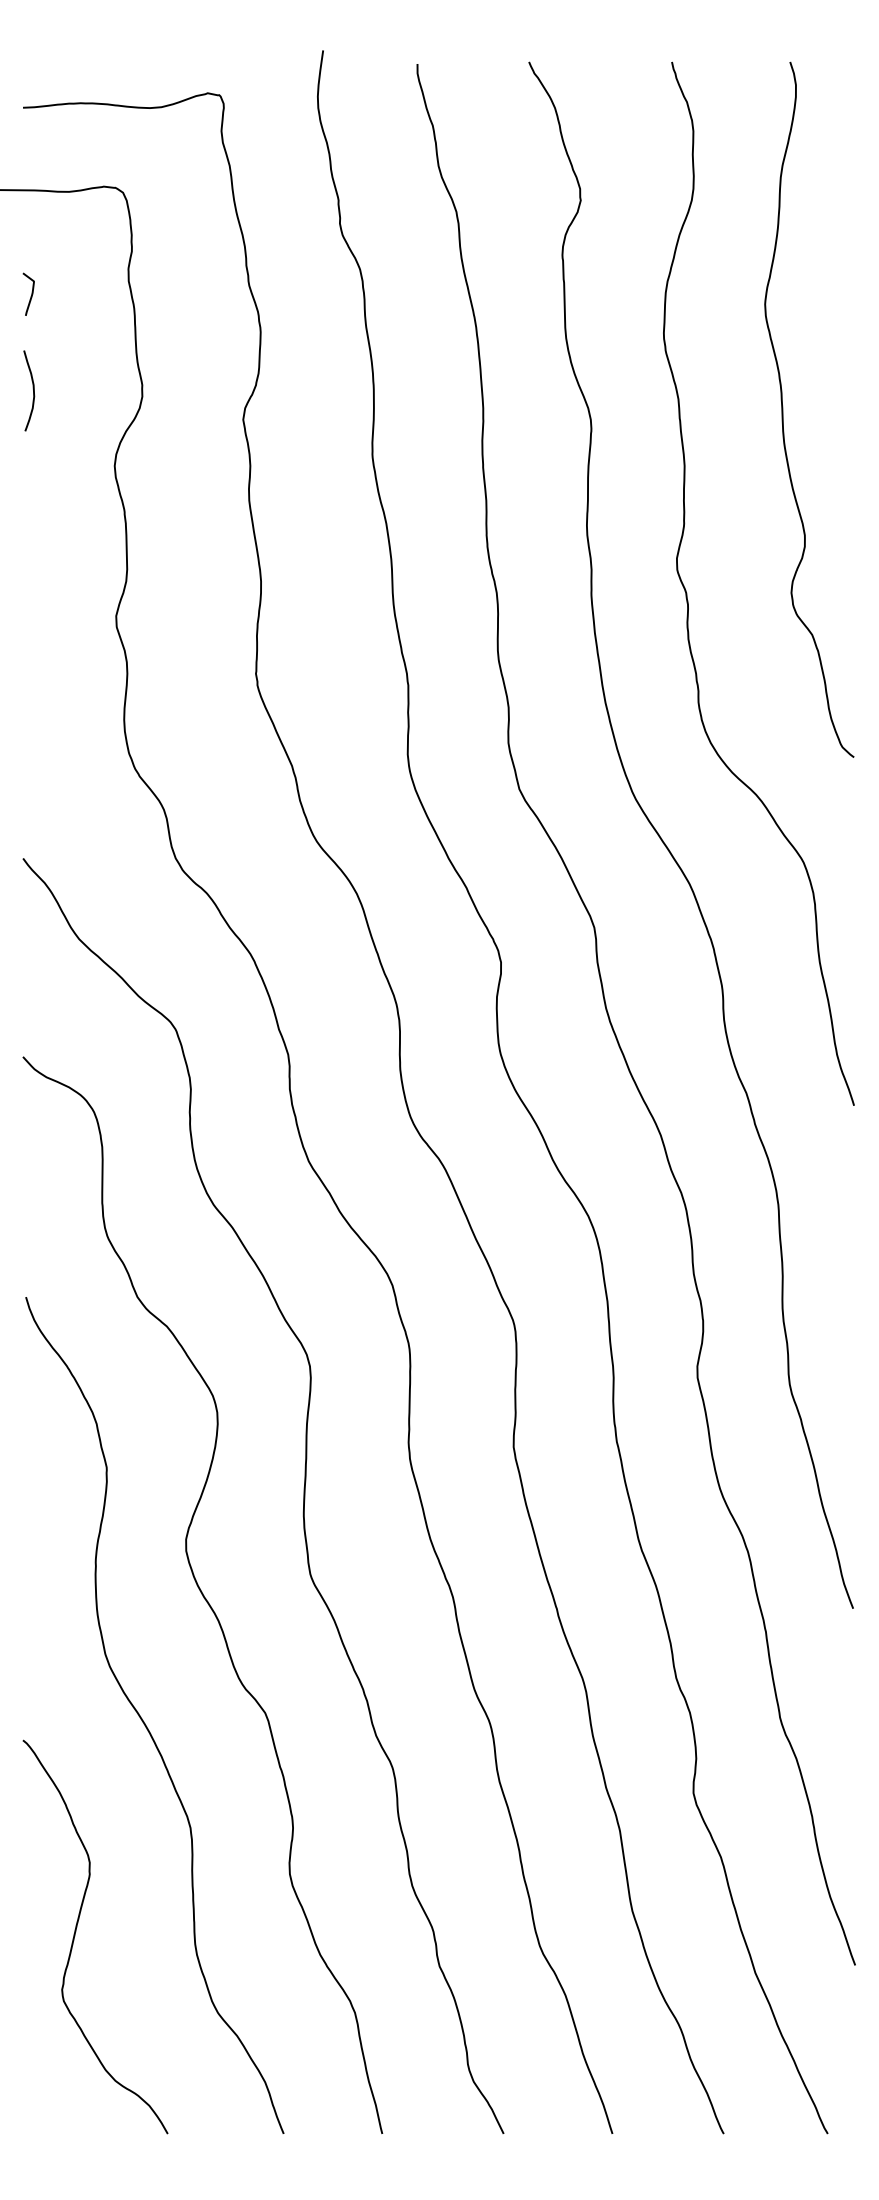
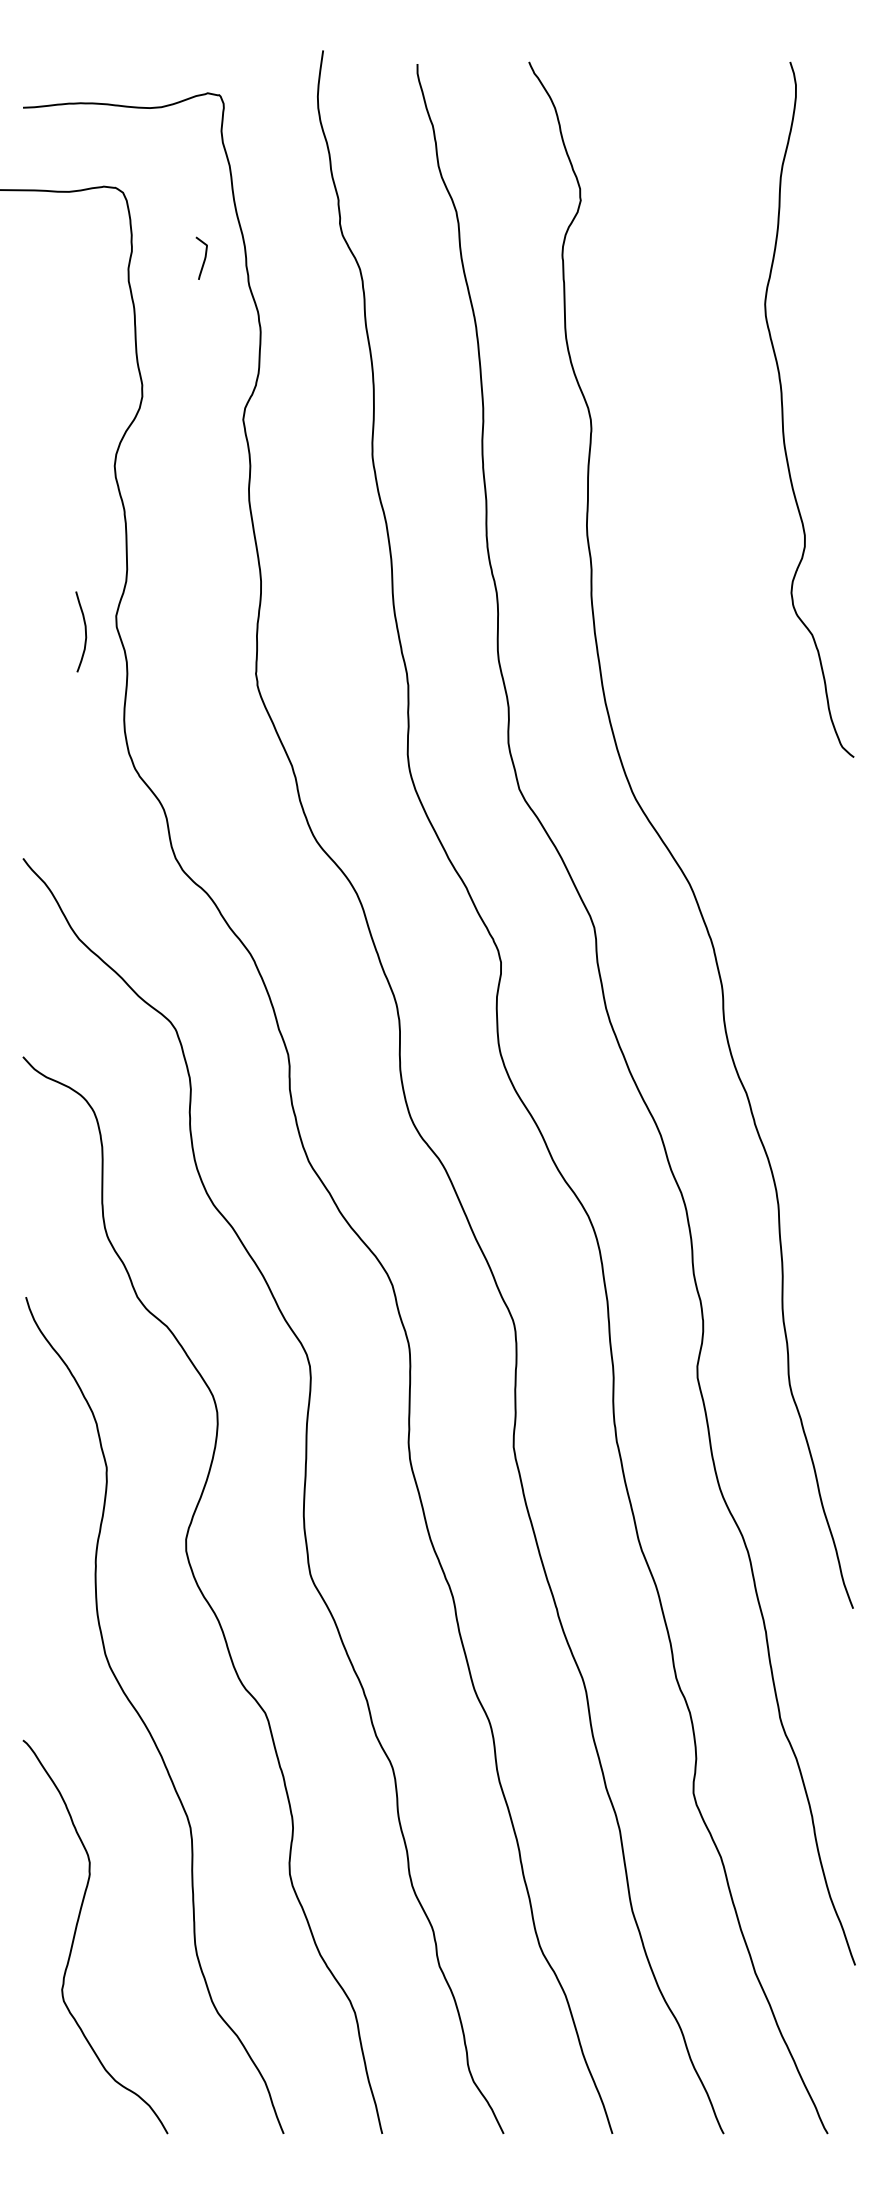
curve at (31, 293) position: (31, 293) -> (204, 257)
curve at (32, 388) position: (32, 388) -> (84, 629)
curve at (687, 593): present -> none
